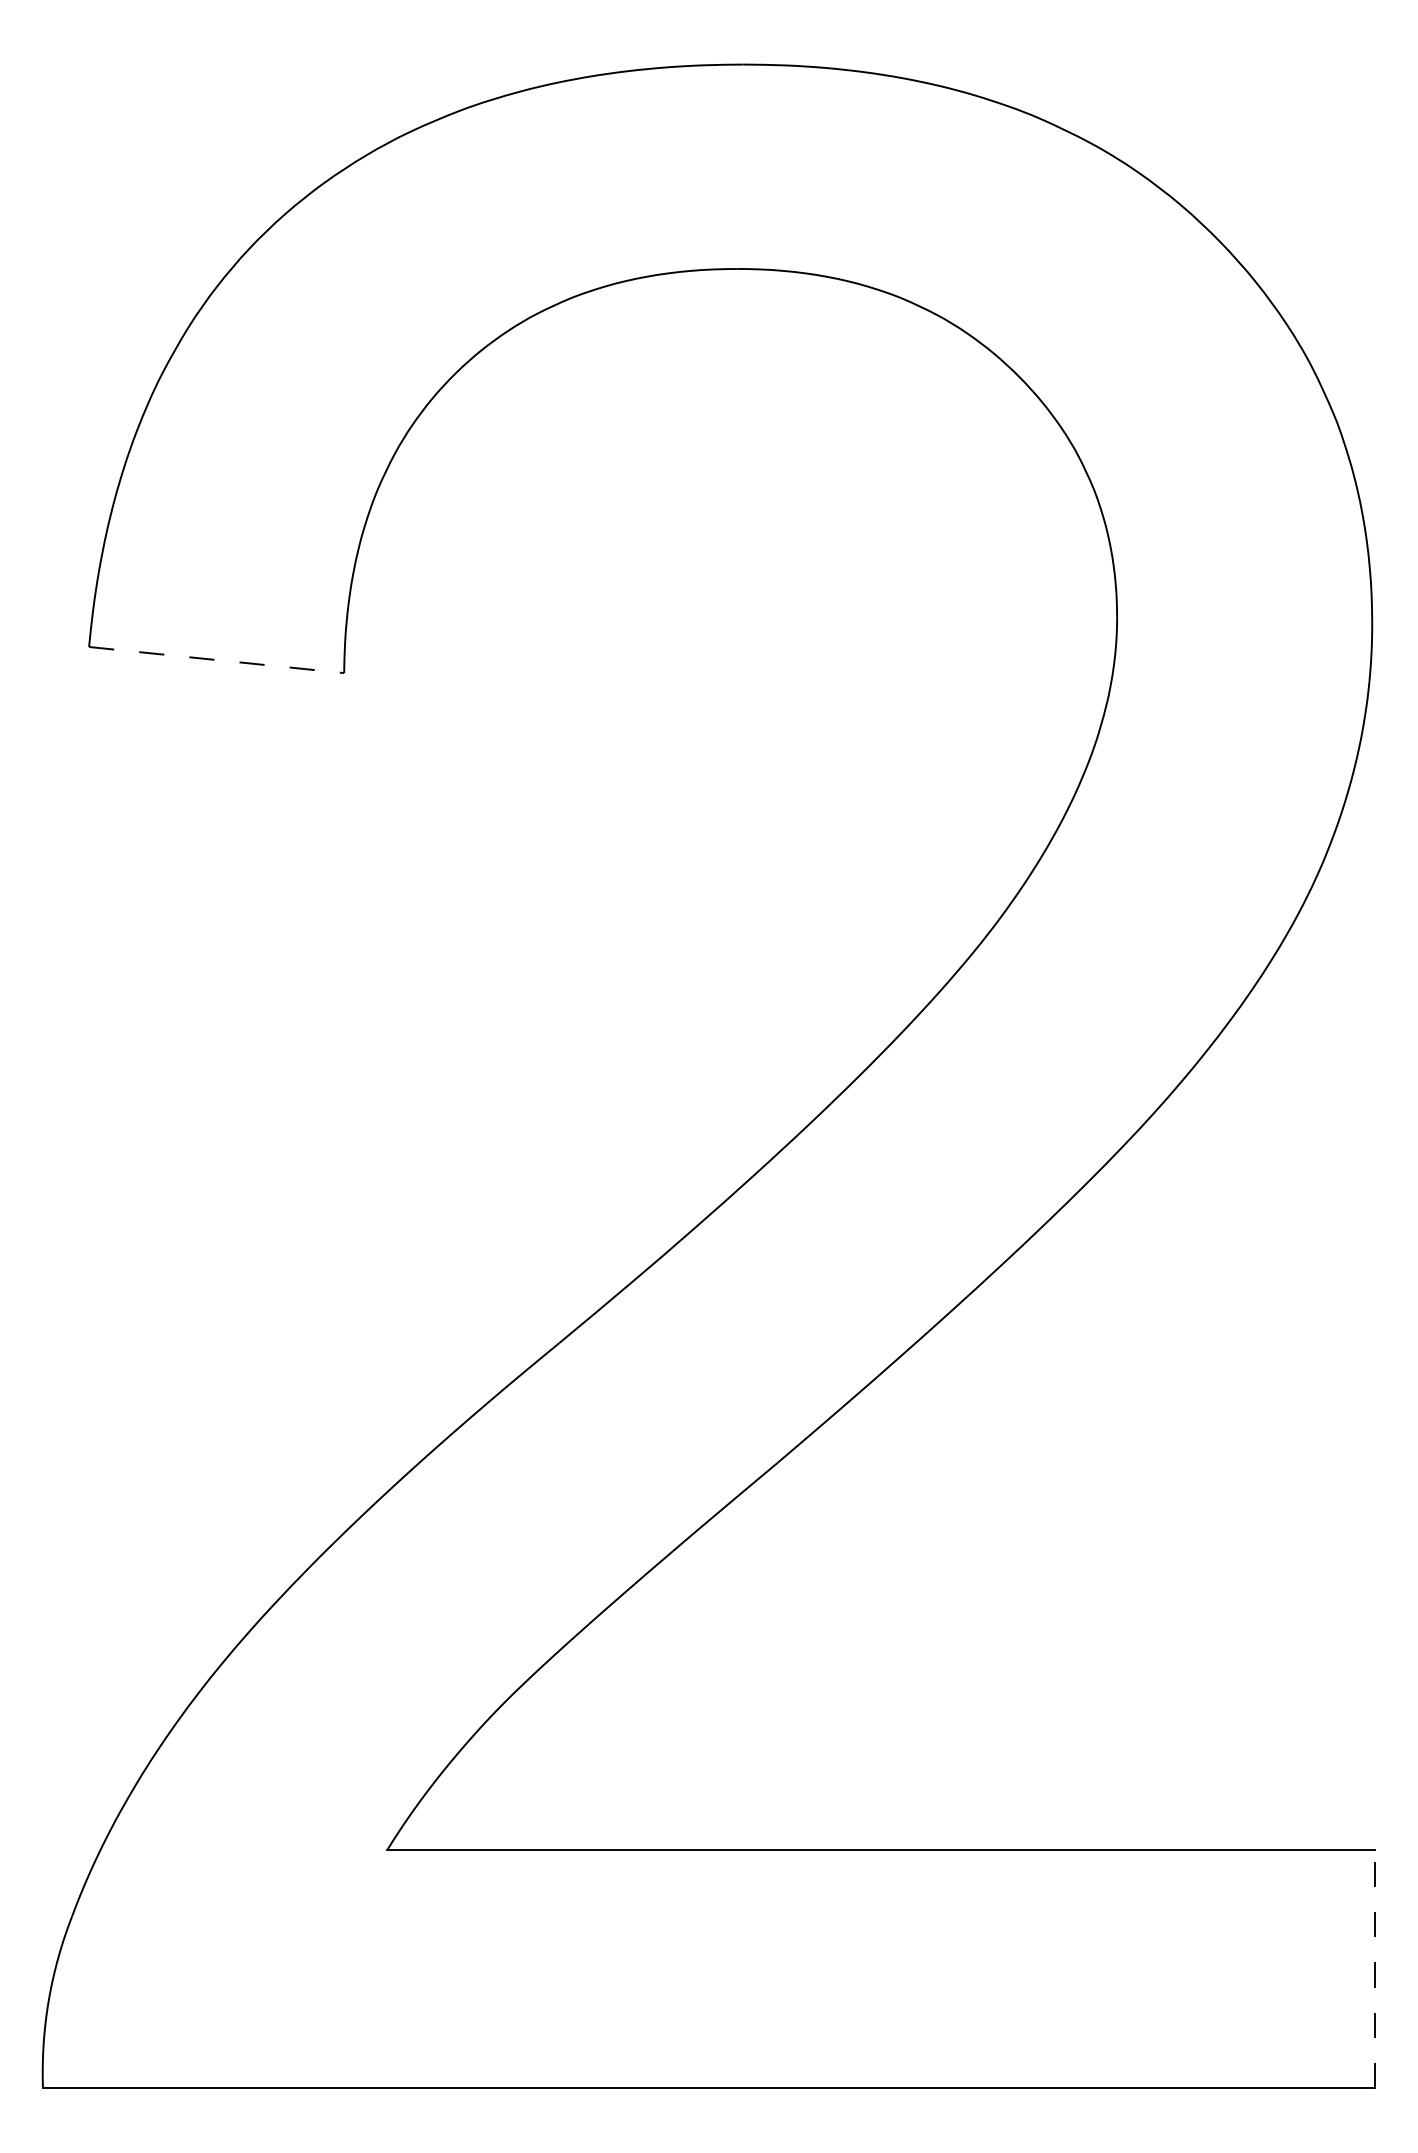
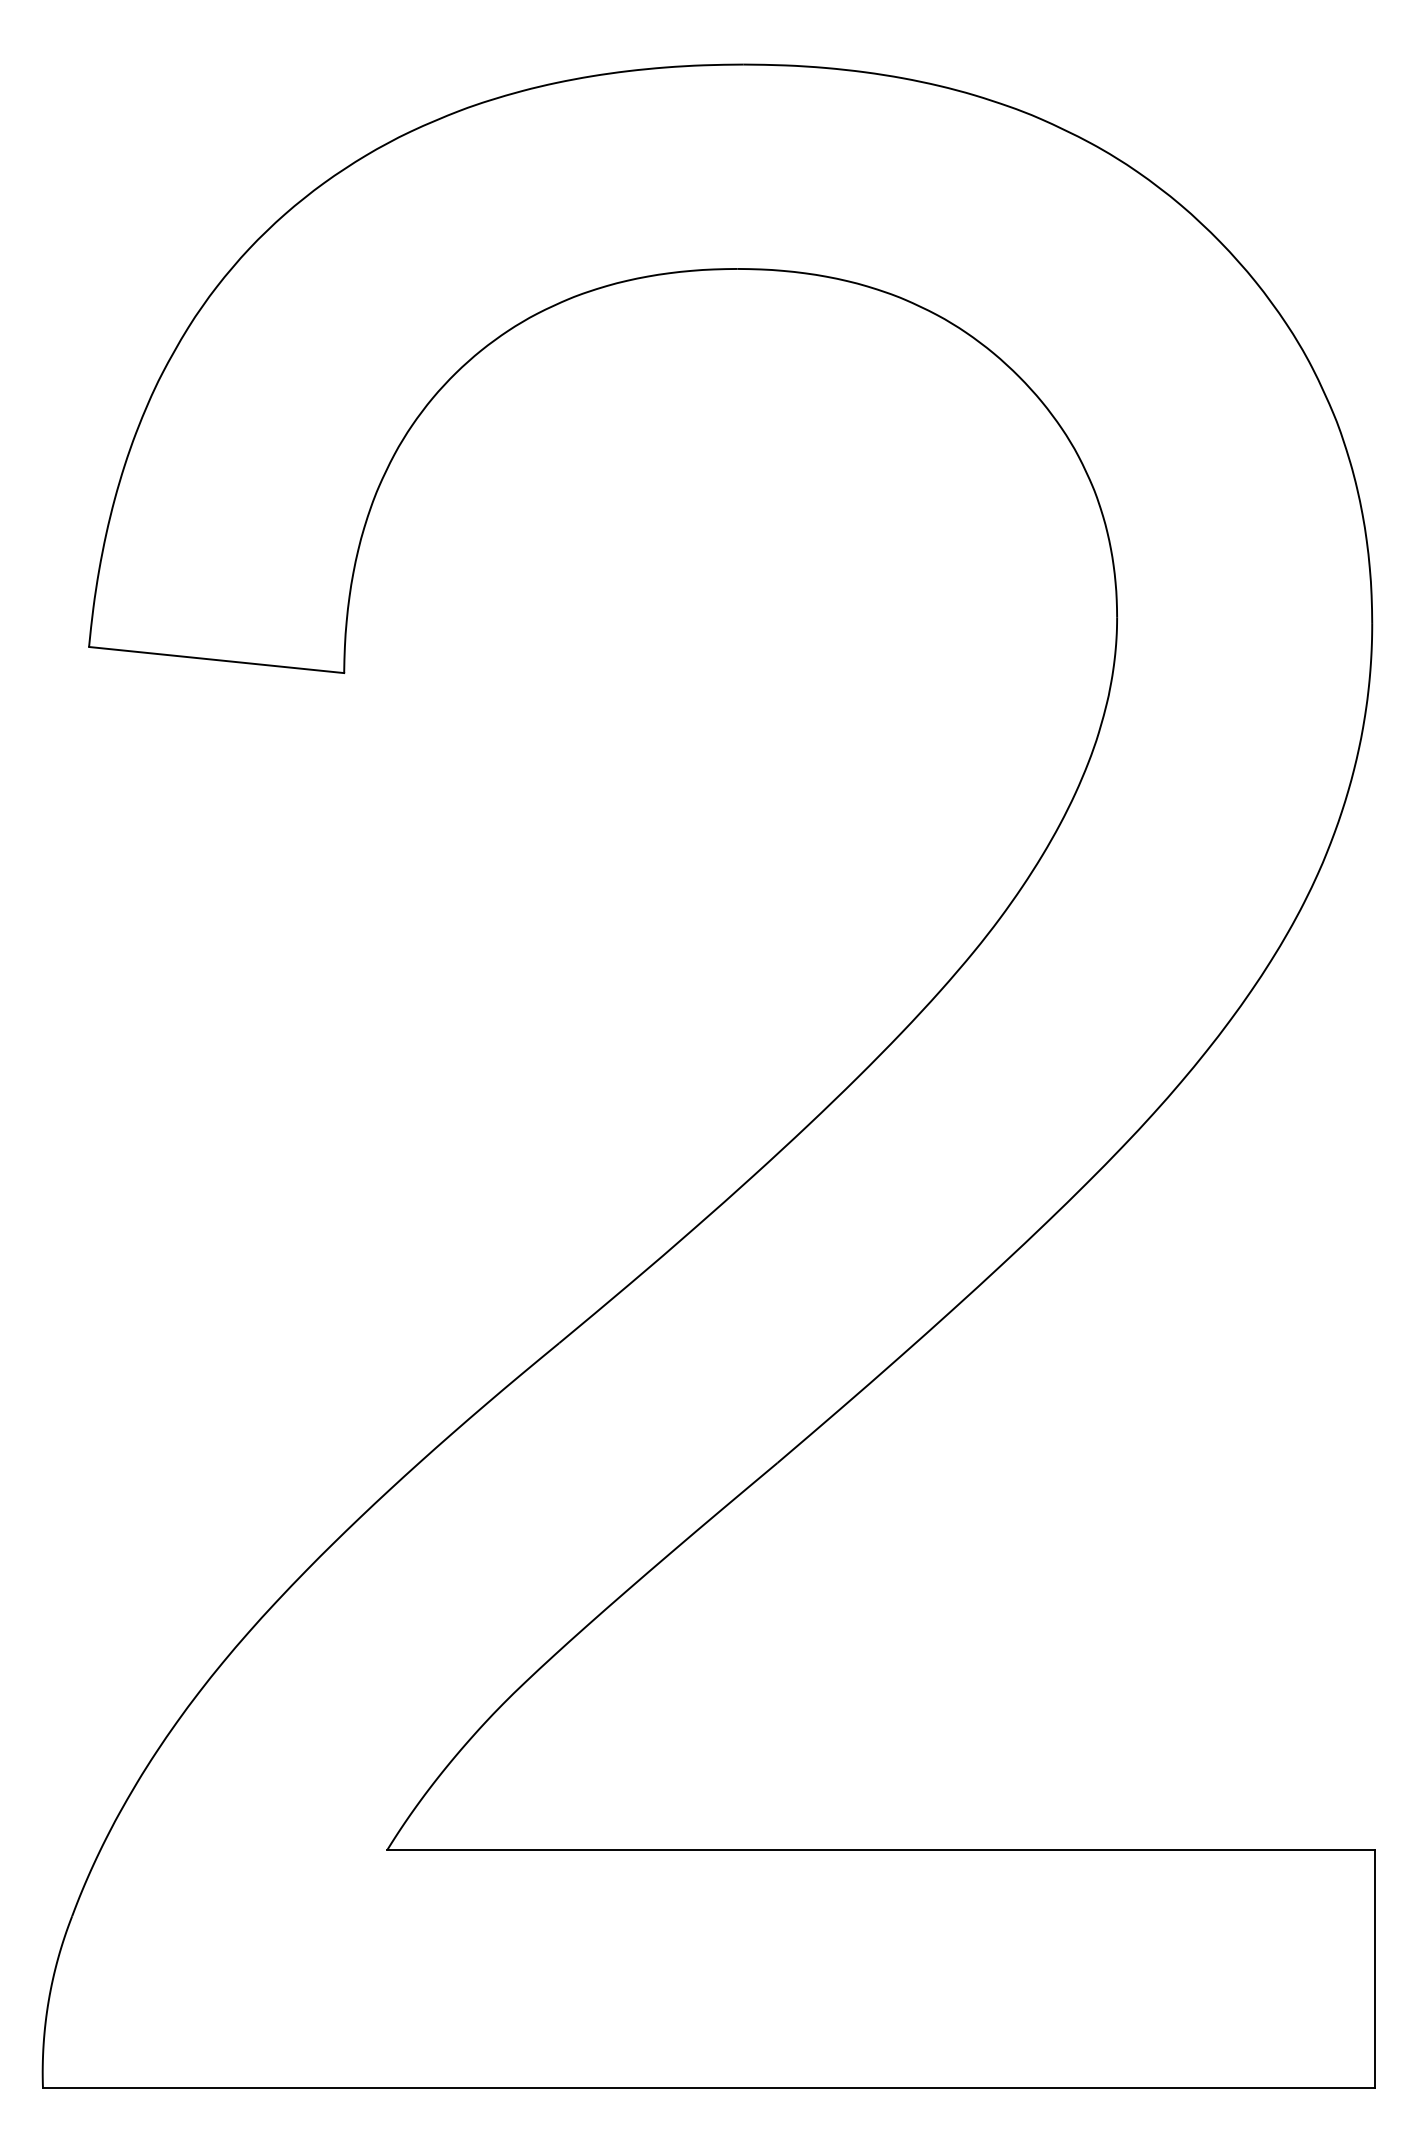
line at (217, 660): dashed -> solid
line at (1375, 1968): dashed -> solid
